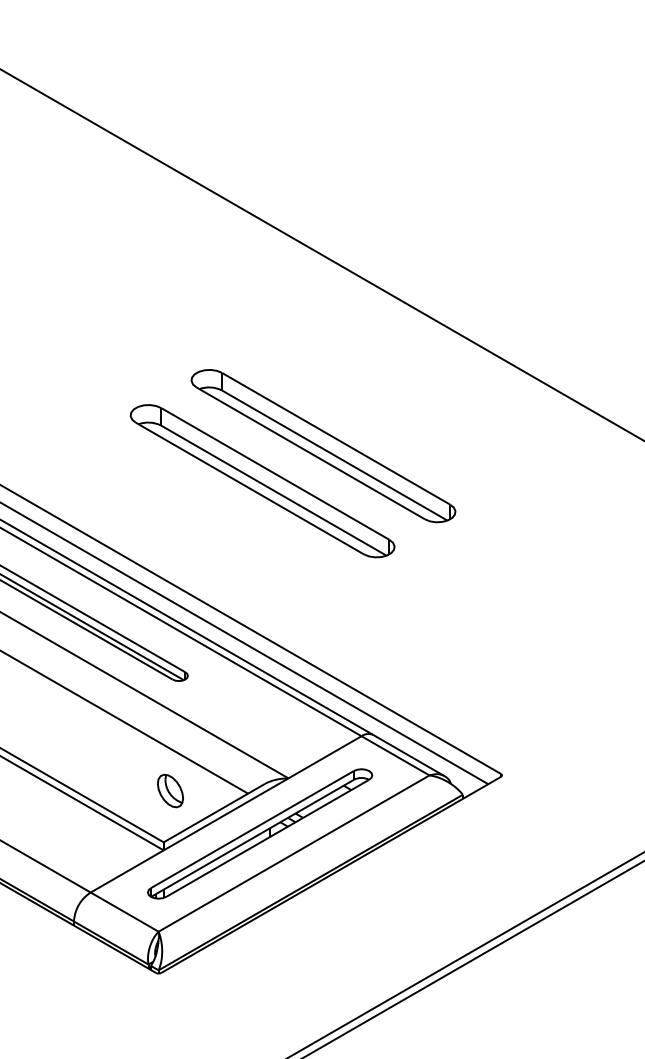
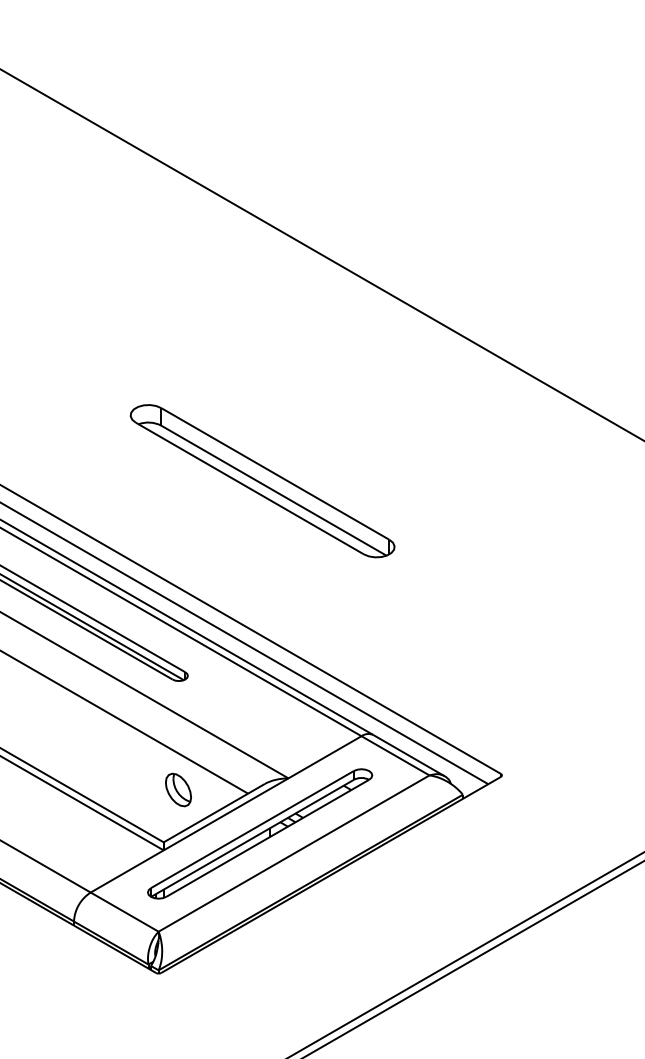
part at (323, 446): present -> none
part at (170, 790) position: (170, 790) -> (178, 789)
